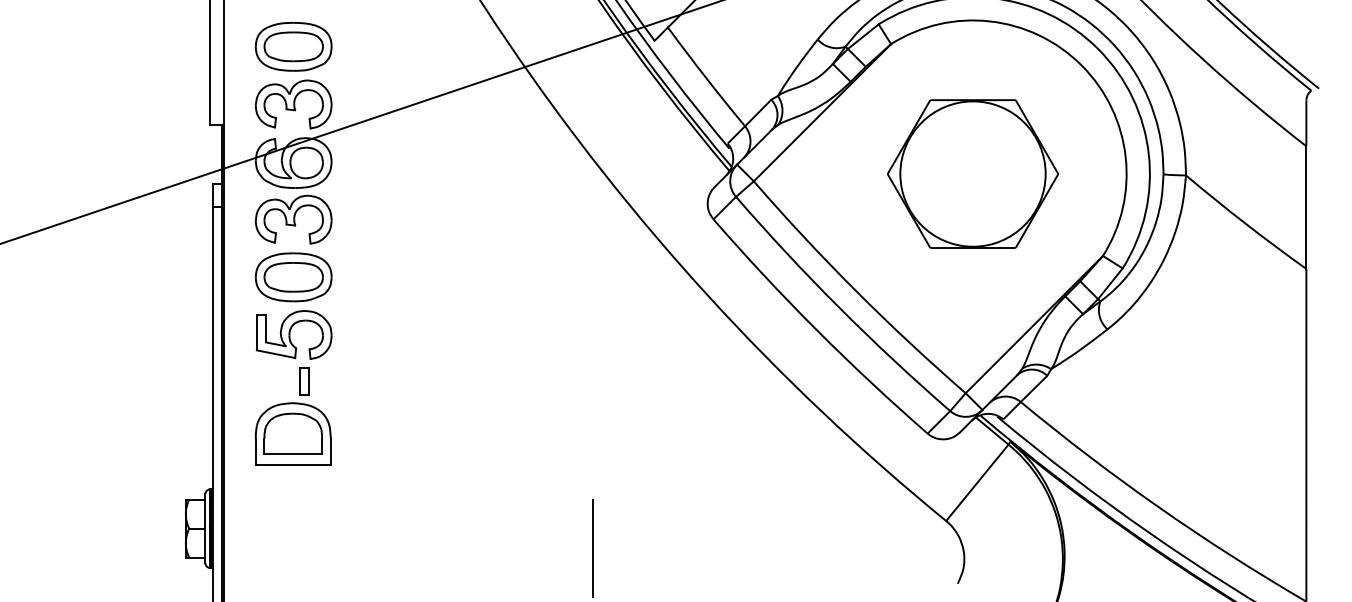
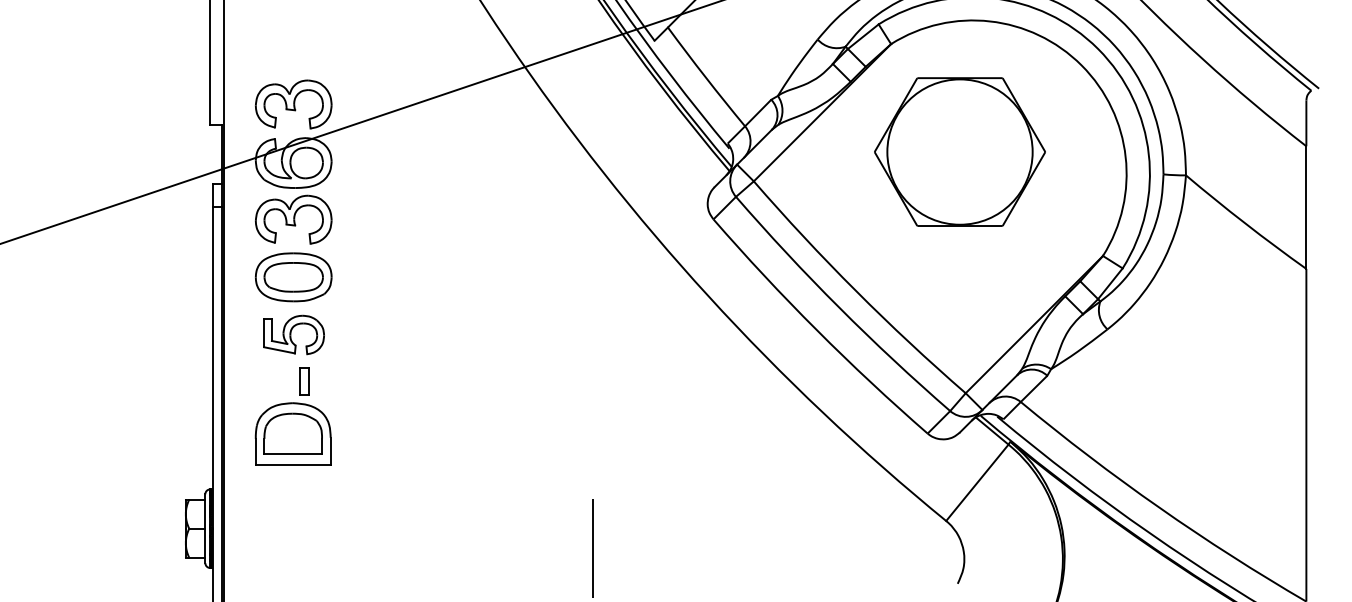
part at (293, 46): present -> none
part at (972, 173) position: (972, 173) -> (959, 151)
part at (293, 334) size: 78x50 px -> 62x42 px
